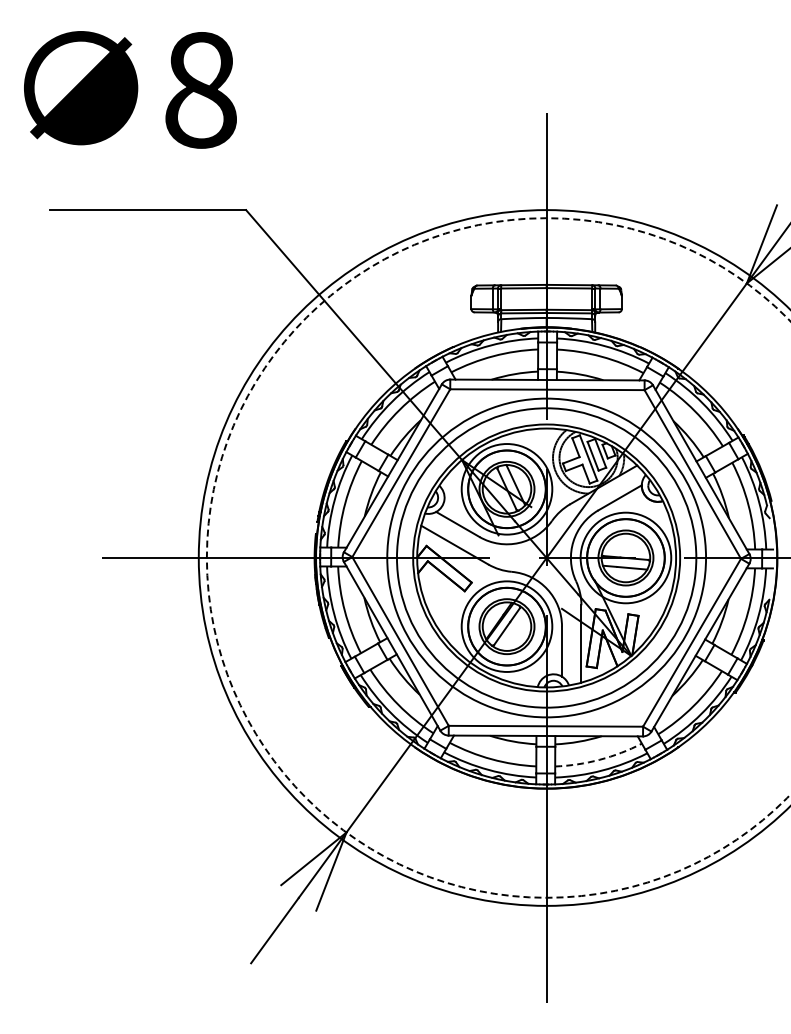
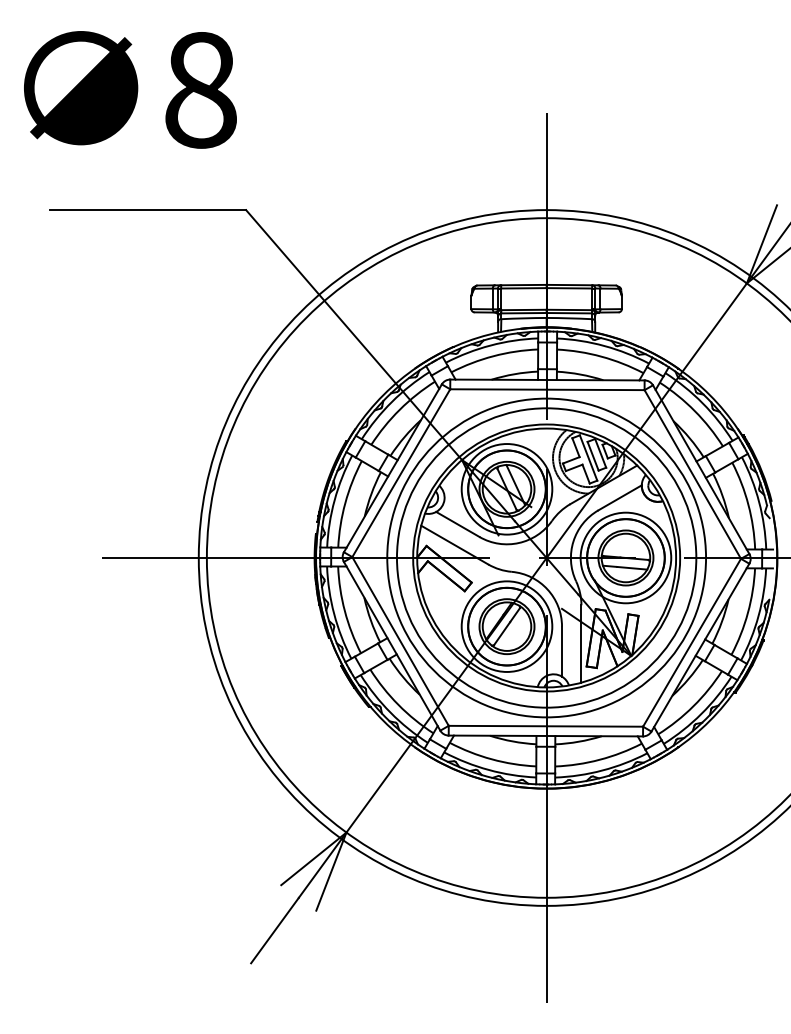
circle at (498, 557): dashed -> solid
arc at (599, 759): dashed -> solid
